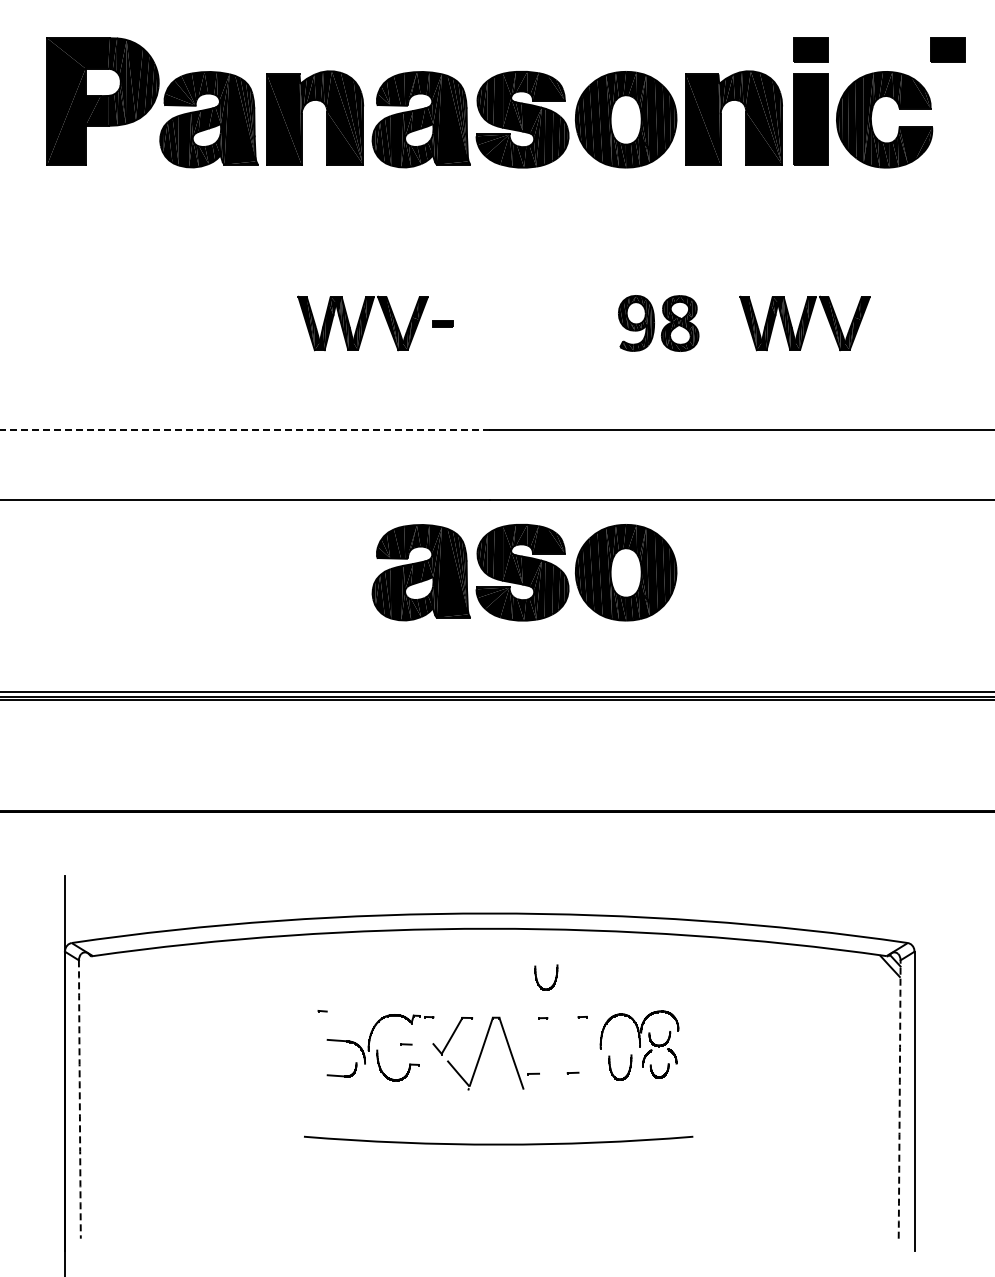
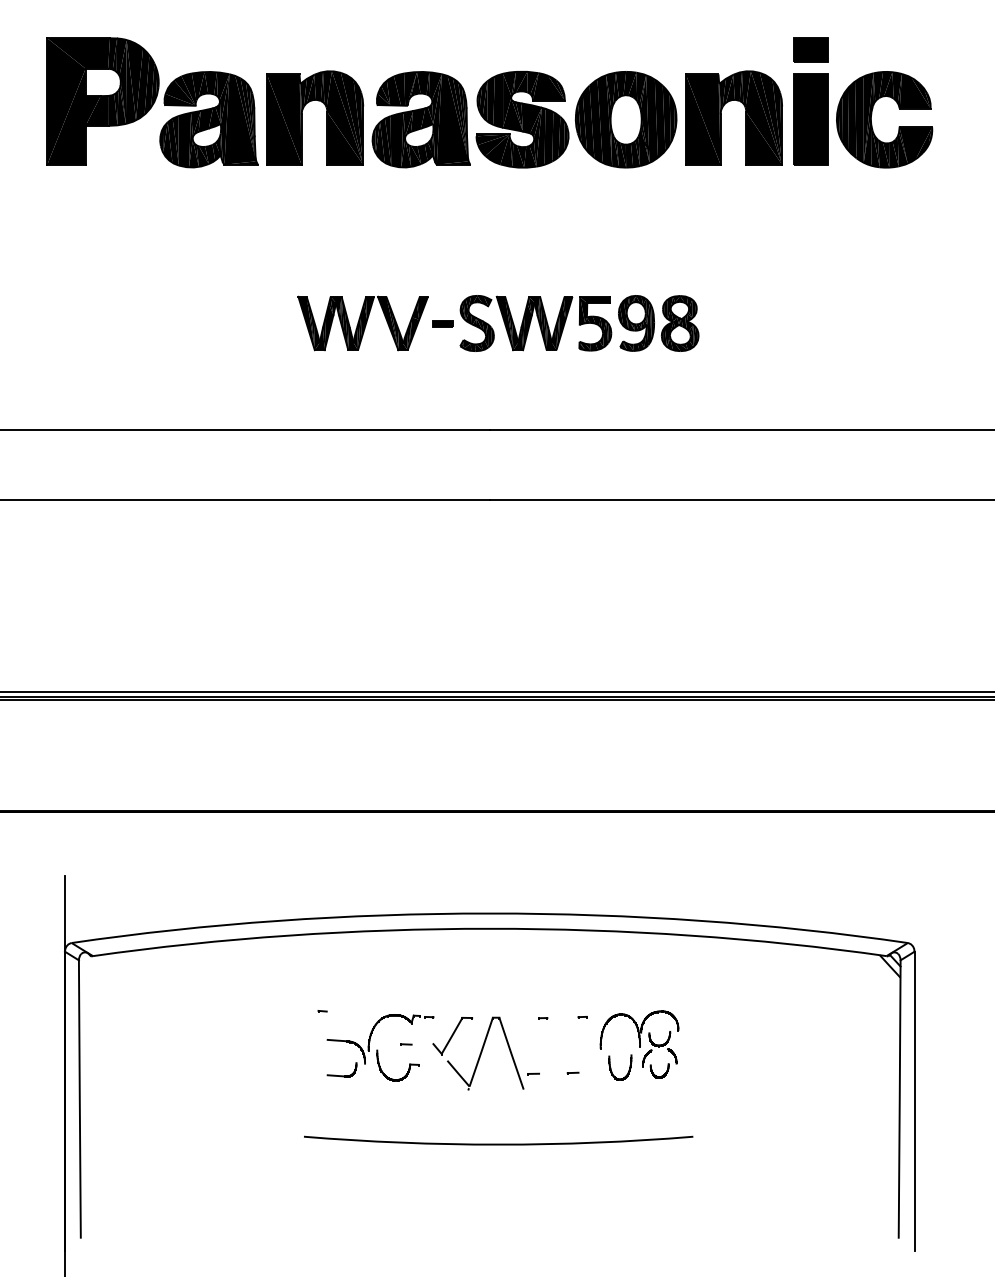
part at (947, 49): present -> none
part at (535, 323): none -> present
part at (804, 323): present -> none
line at (244, 429): dashed -> solid
part at (524, 572): present -> none
part at (554, 979): present -> none
arc at (79, 1099): dashed -> solid
arc at (899, 1099): dashed -> solid
